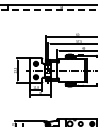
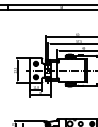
line at (48, 10): dashed -> solid
